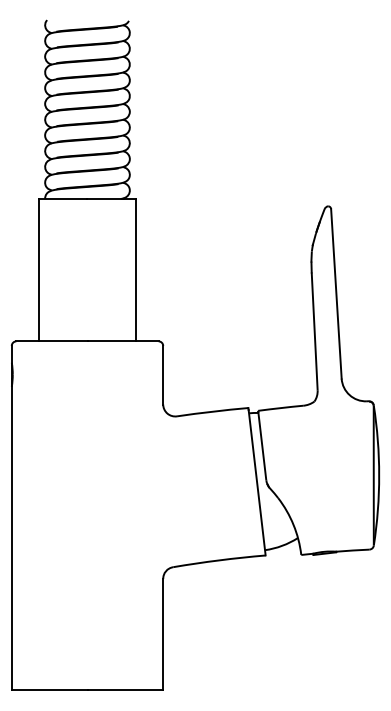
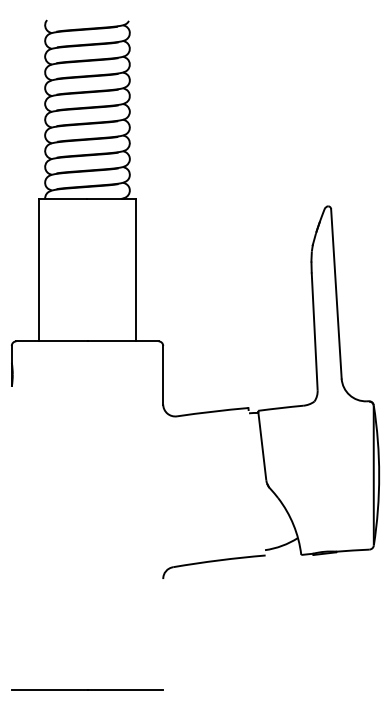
line at (256, 482): present -> none
line at (11, 537): present -> none
line at (163, 634): present -> none
